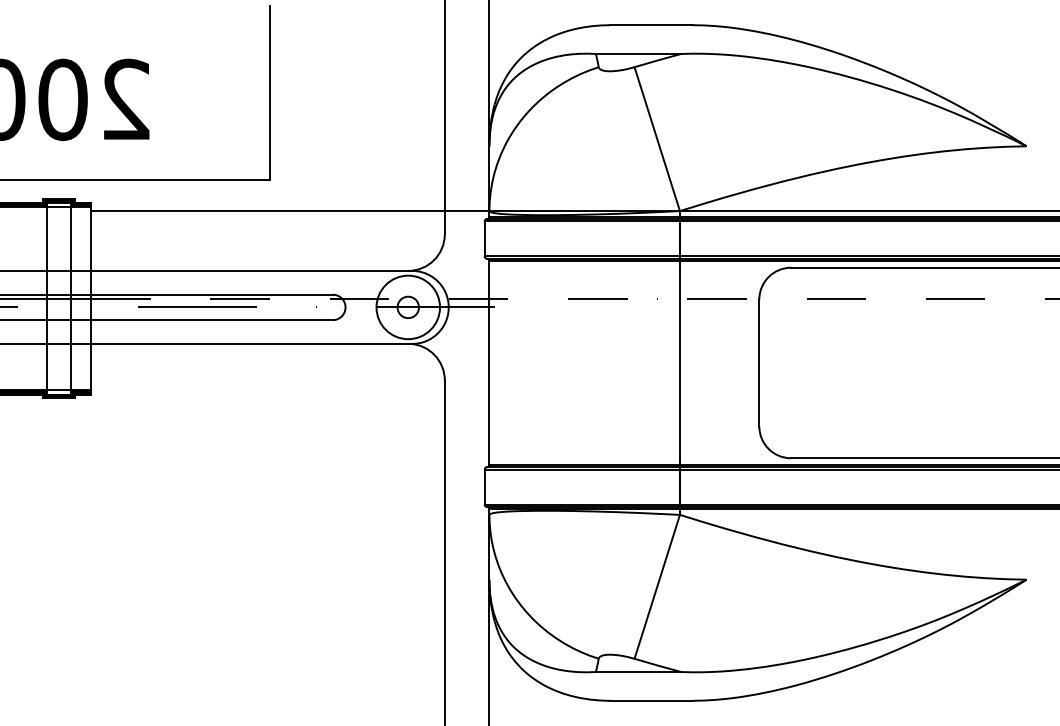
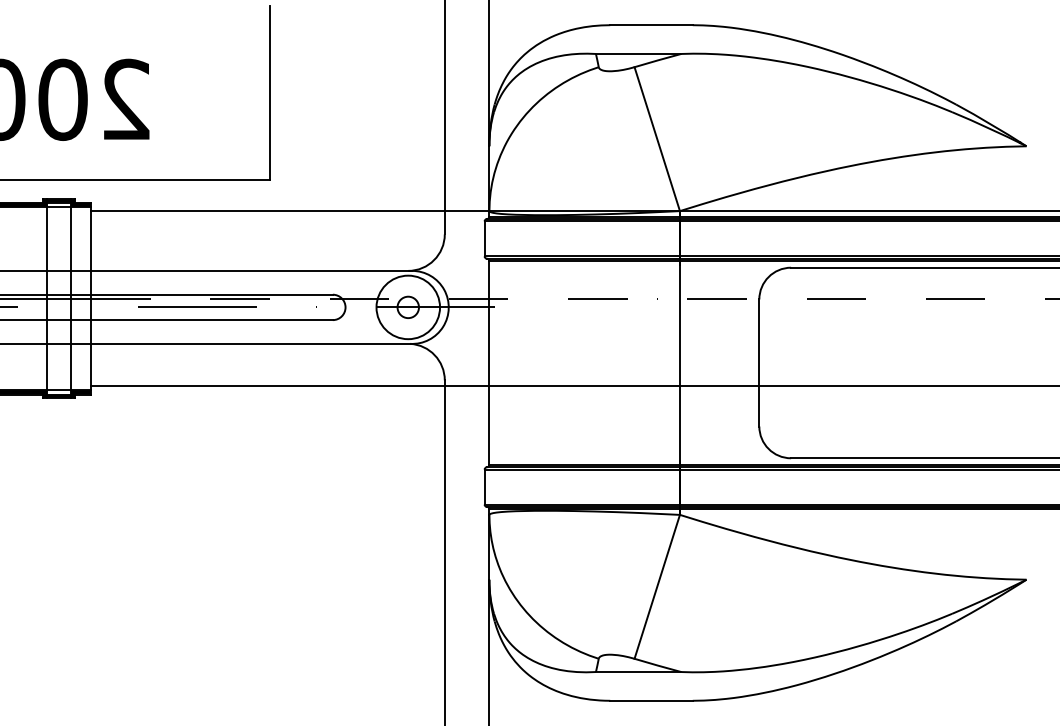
line at (573, 385): none -> present
